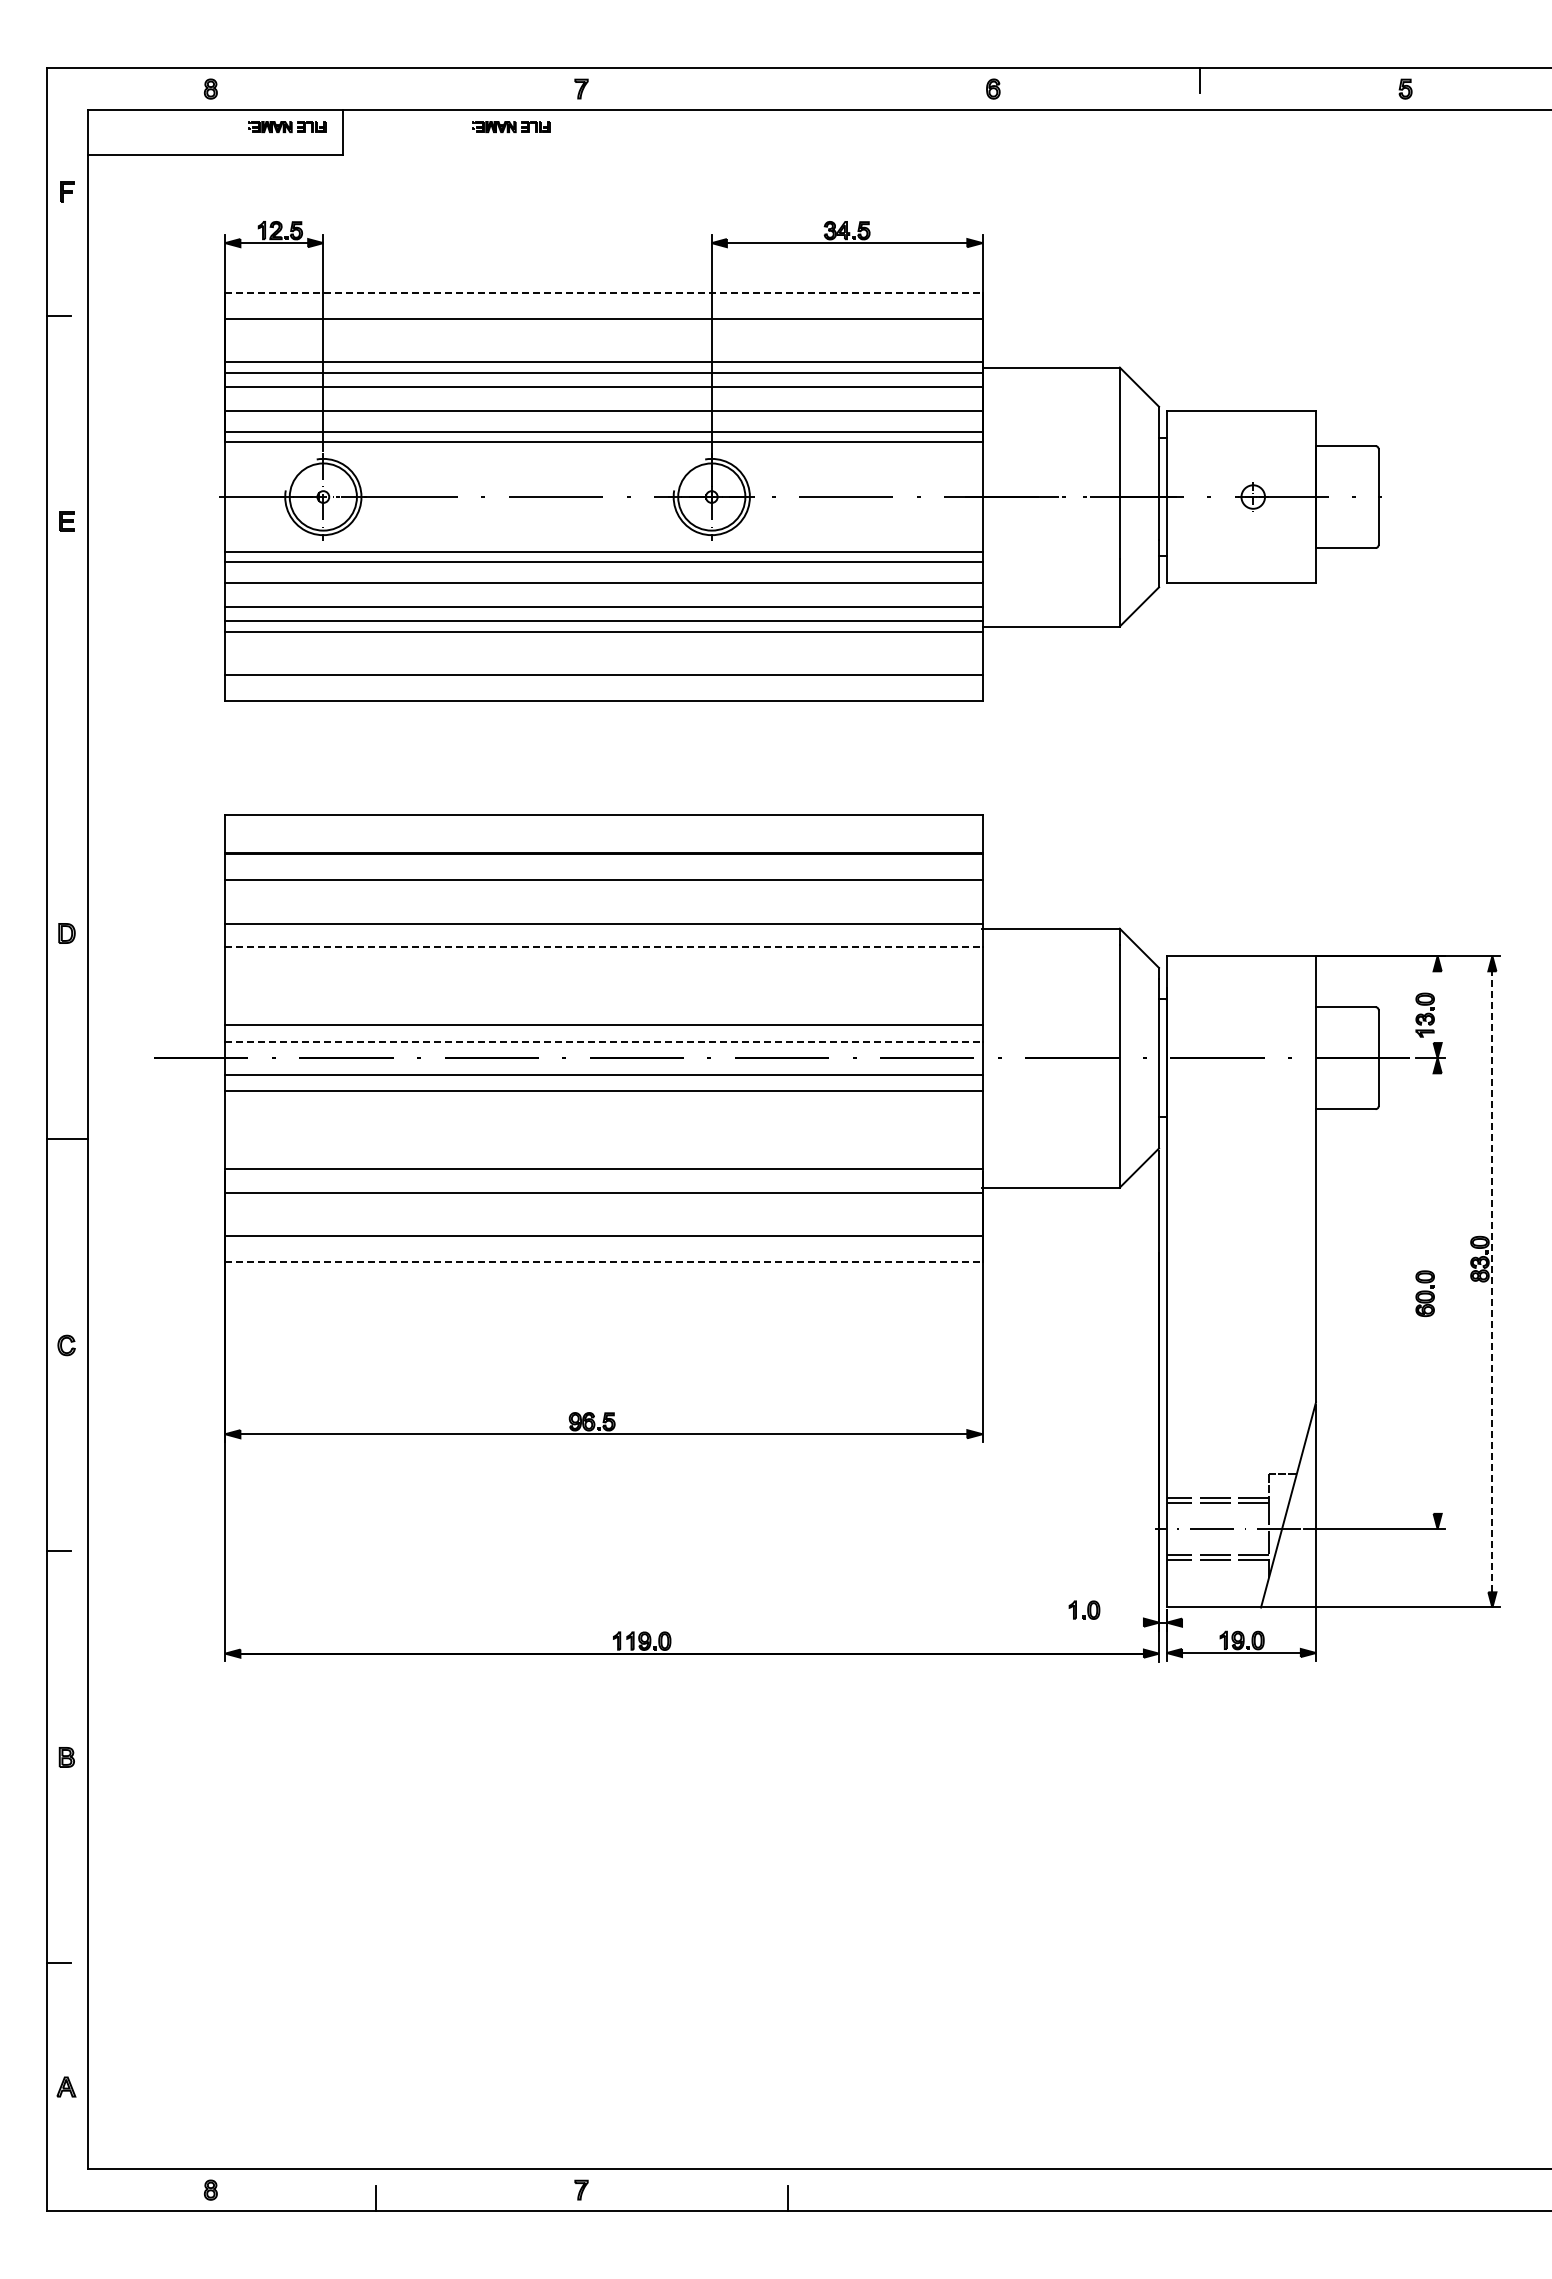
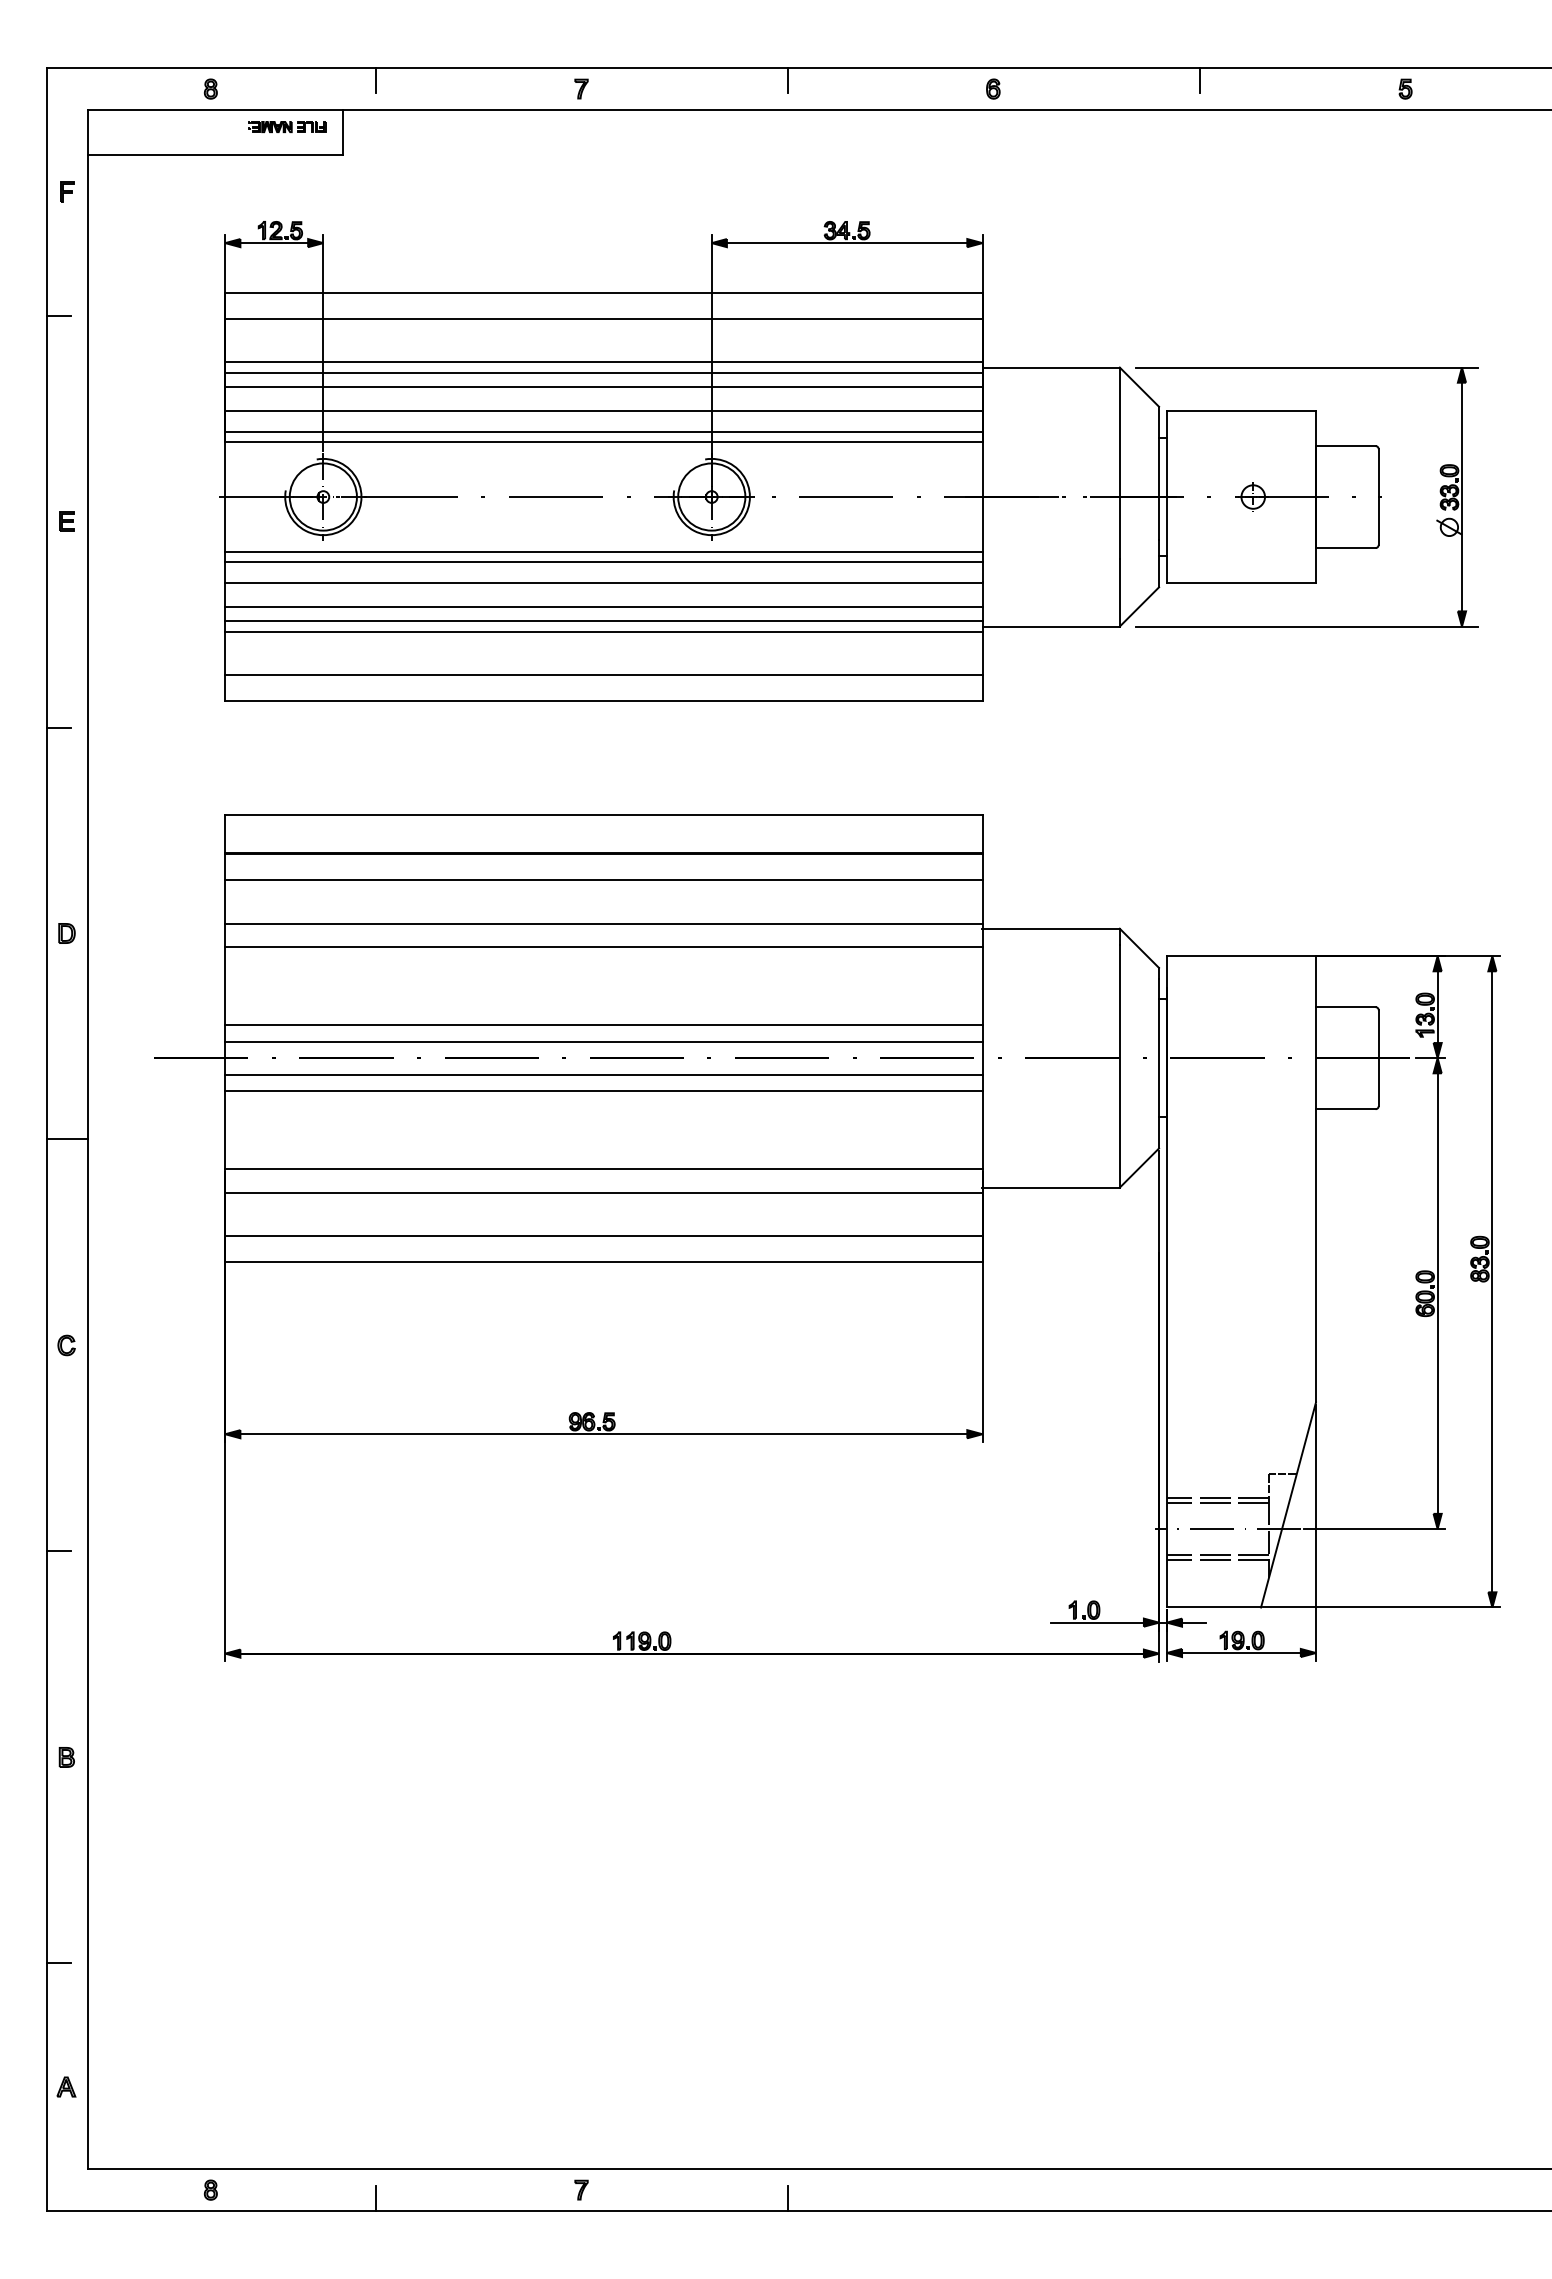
line at (376, 80): none -> present
line at (788, 80): none -> present
part at (511, 126): present -> none
line at (603, 293): dashed -> solid
part at (1306, 368): none -> present
line at (58, 727): none -> present
line at (603, 947): dashed -> solid
line at (1437, 1007): none -> present
line at (603, 1041): dashed -> solid
line at (603, 1262): dashed -> solid
line at (1492, 1281): dashed -> solid
line at (1437, 1293): none -> present
line at (1097, 1622): none -> present
line at (1194, 1622): none -> present
